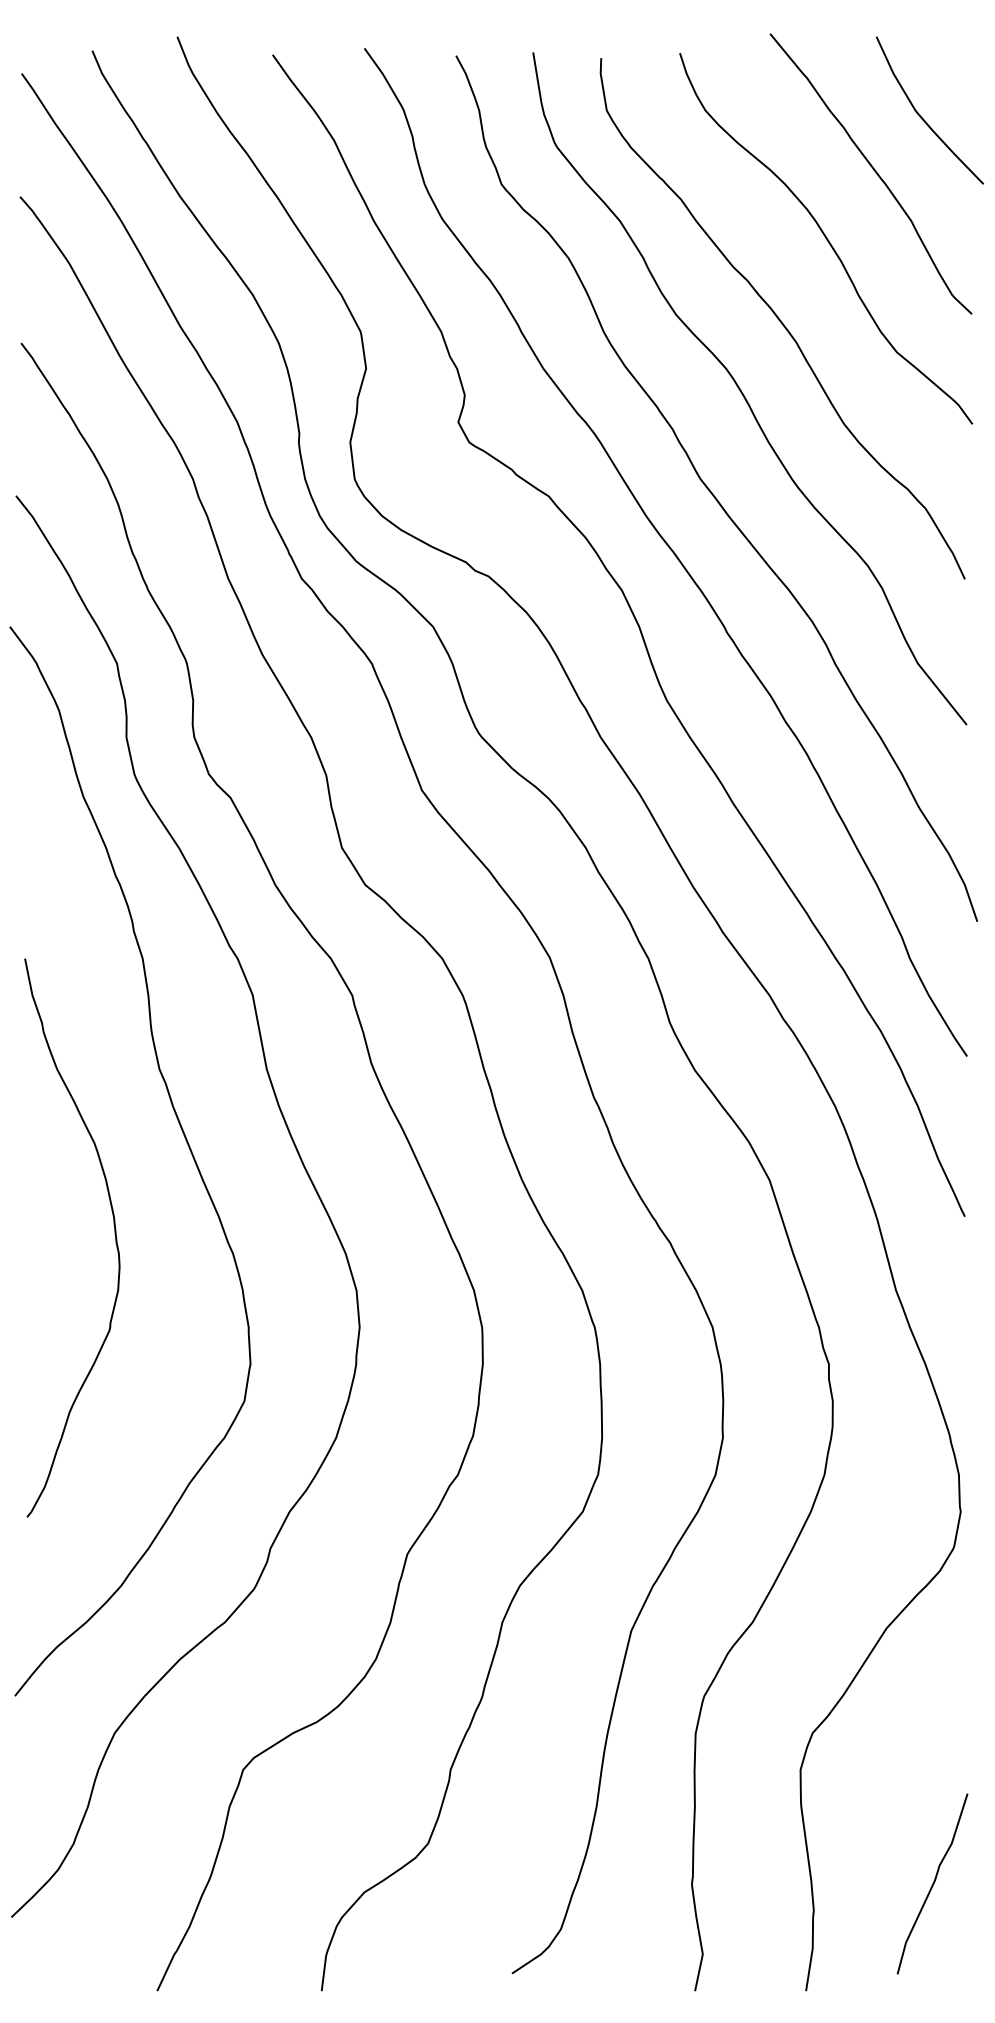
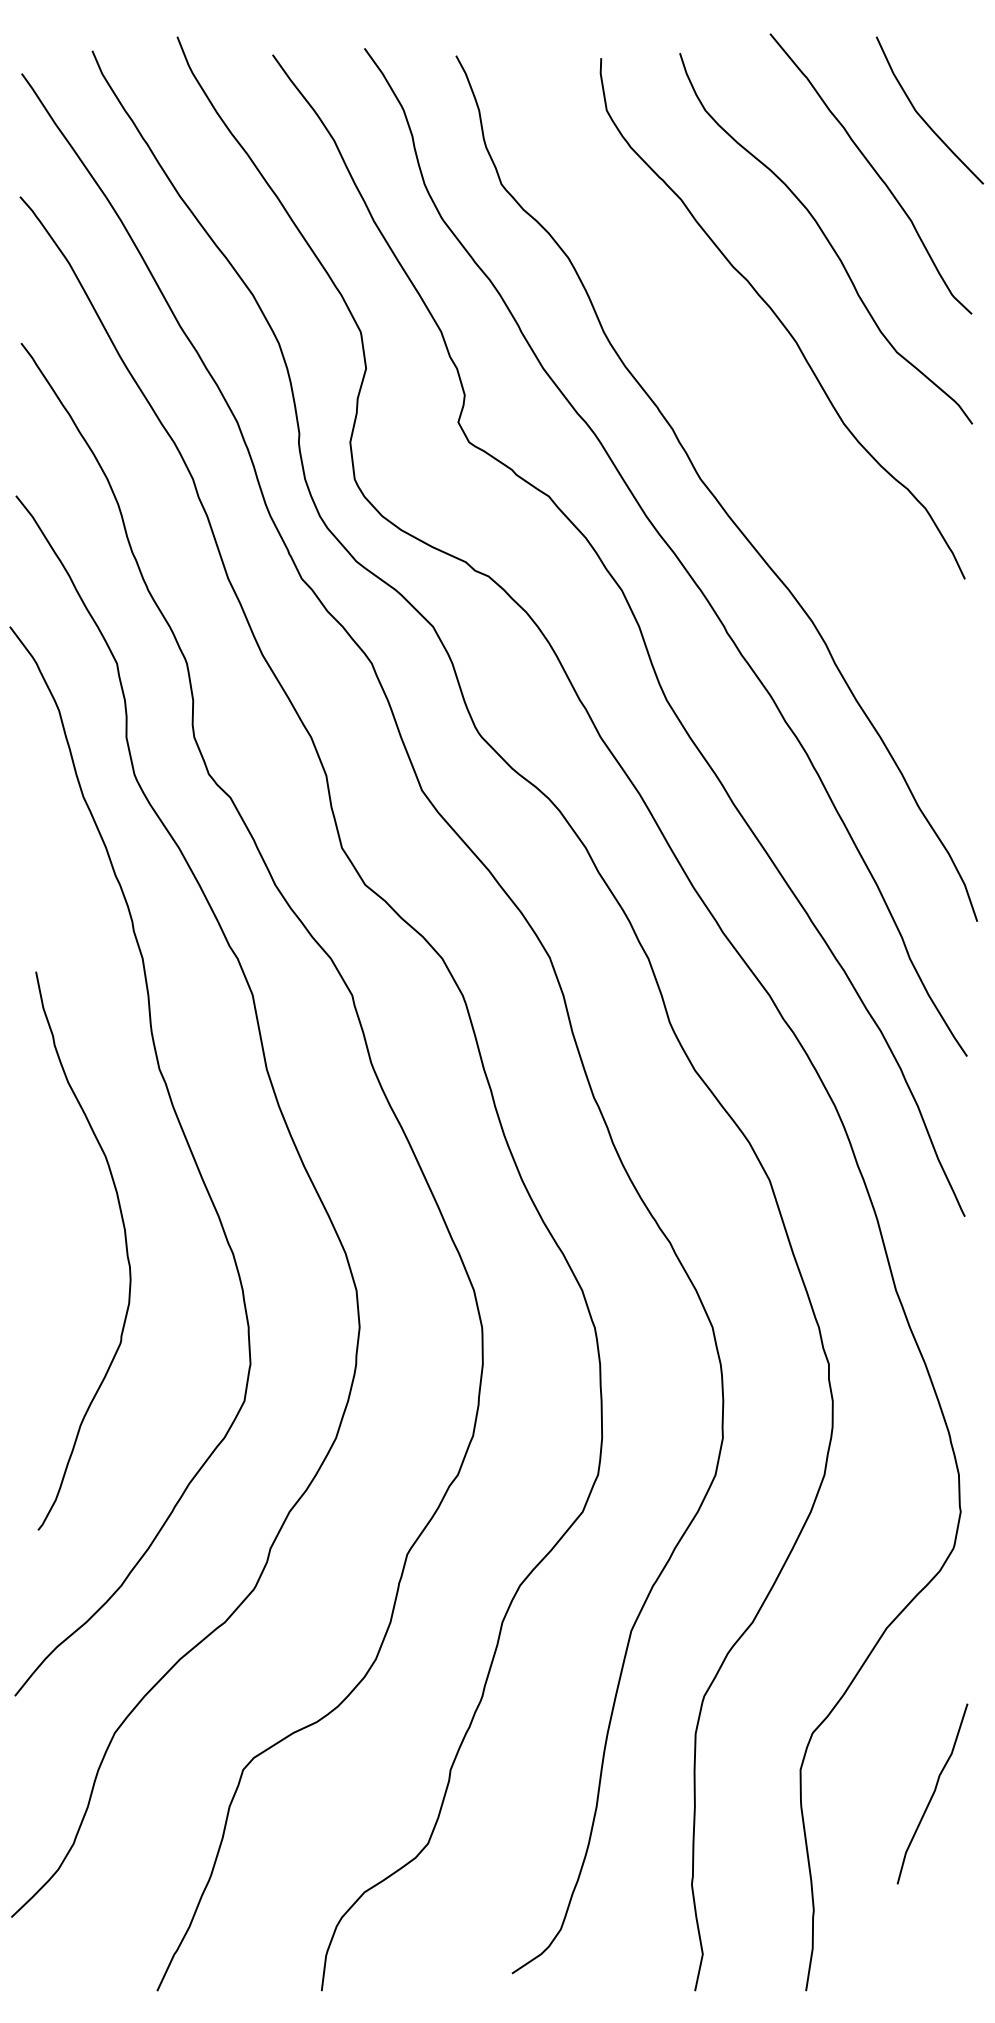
curve at (742, 391): present -> none
curve at (114, 1234) position: (114, 1234) -> (125, 1247)
curve at (932, 1883) position: (932, 1883) -> (932, 1793)
